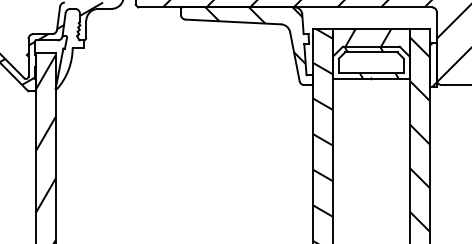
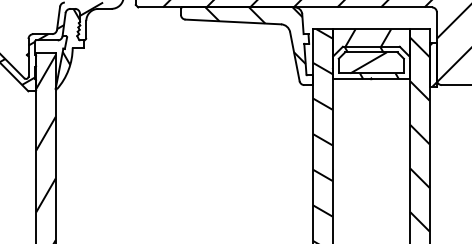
hatch at (70, 36): none -> present
hatch at (368, 62): none -> present
